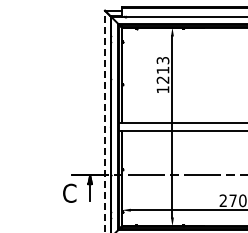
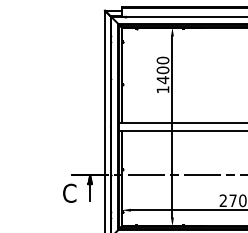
text at (162, 70): 1213 -> 1400
line at (104, 121): dashed -> solid
